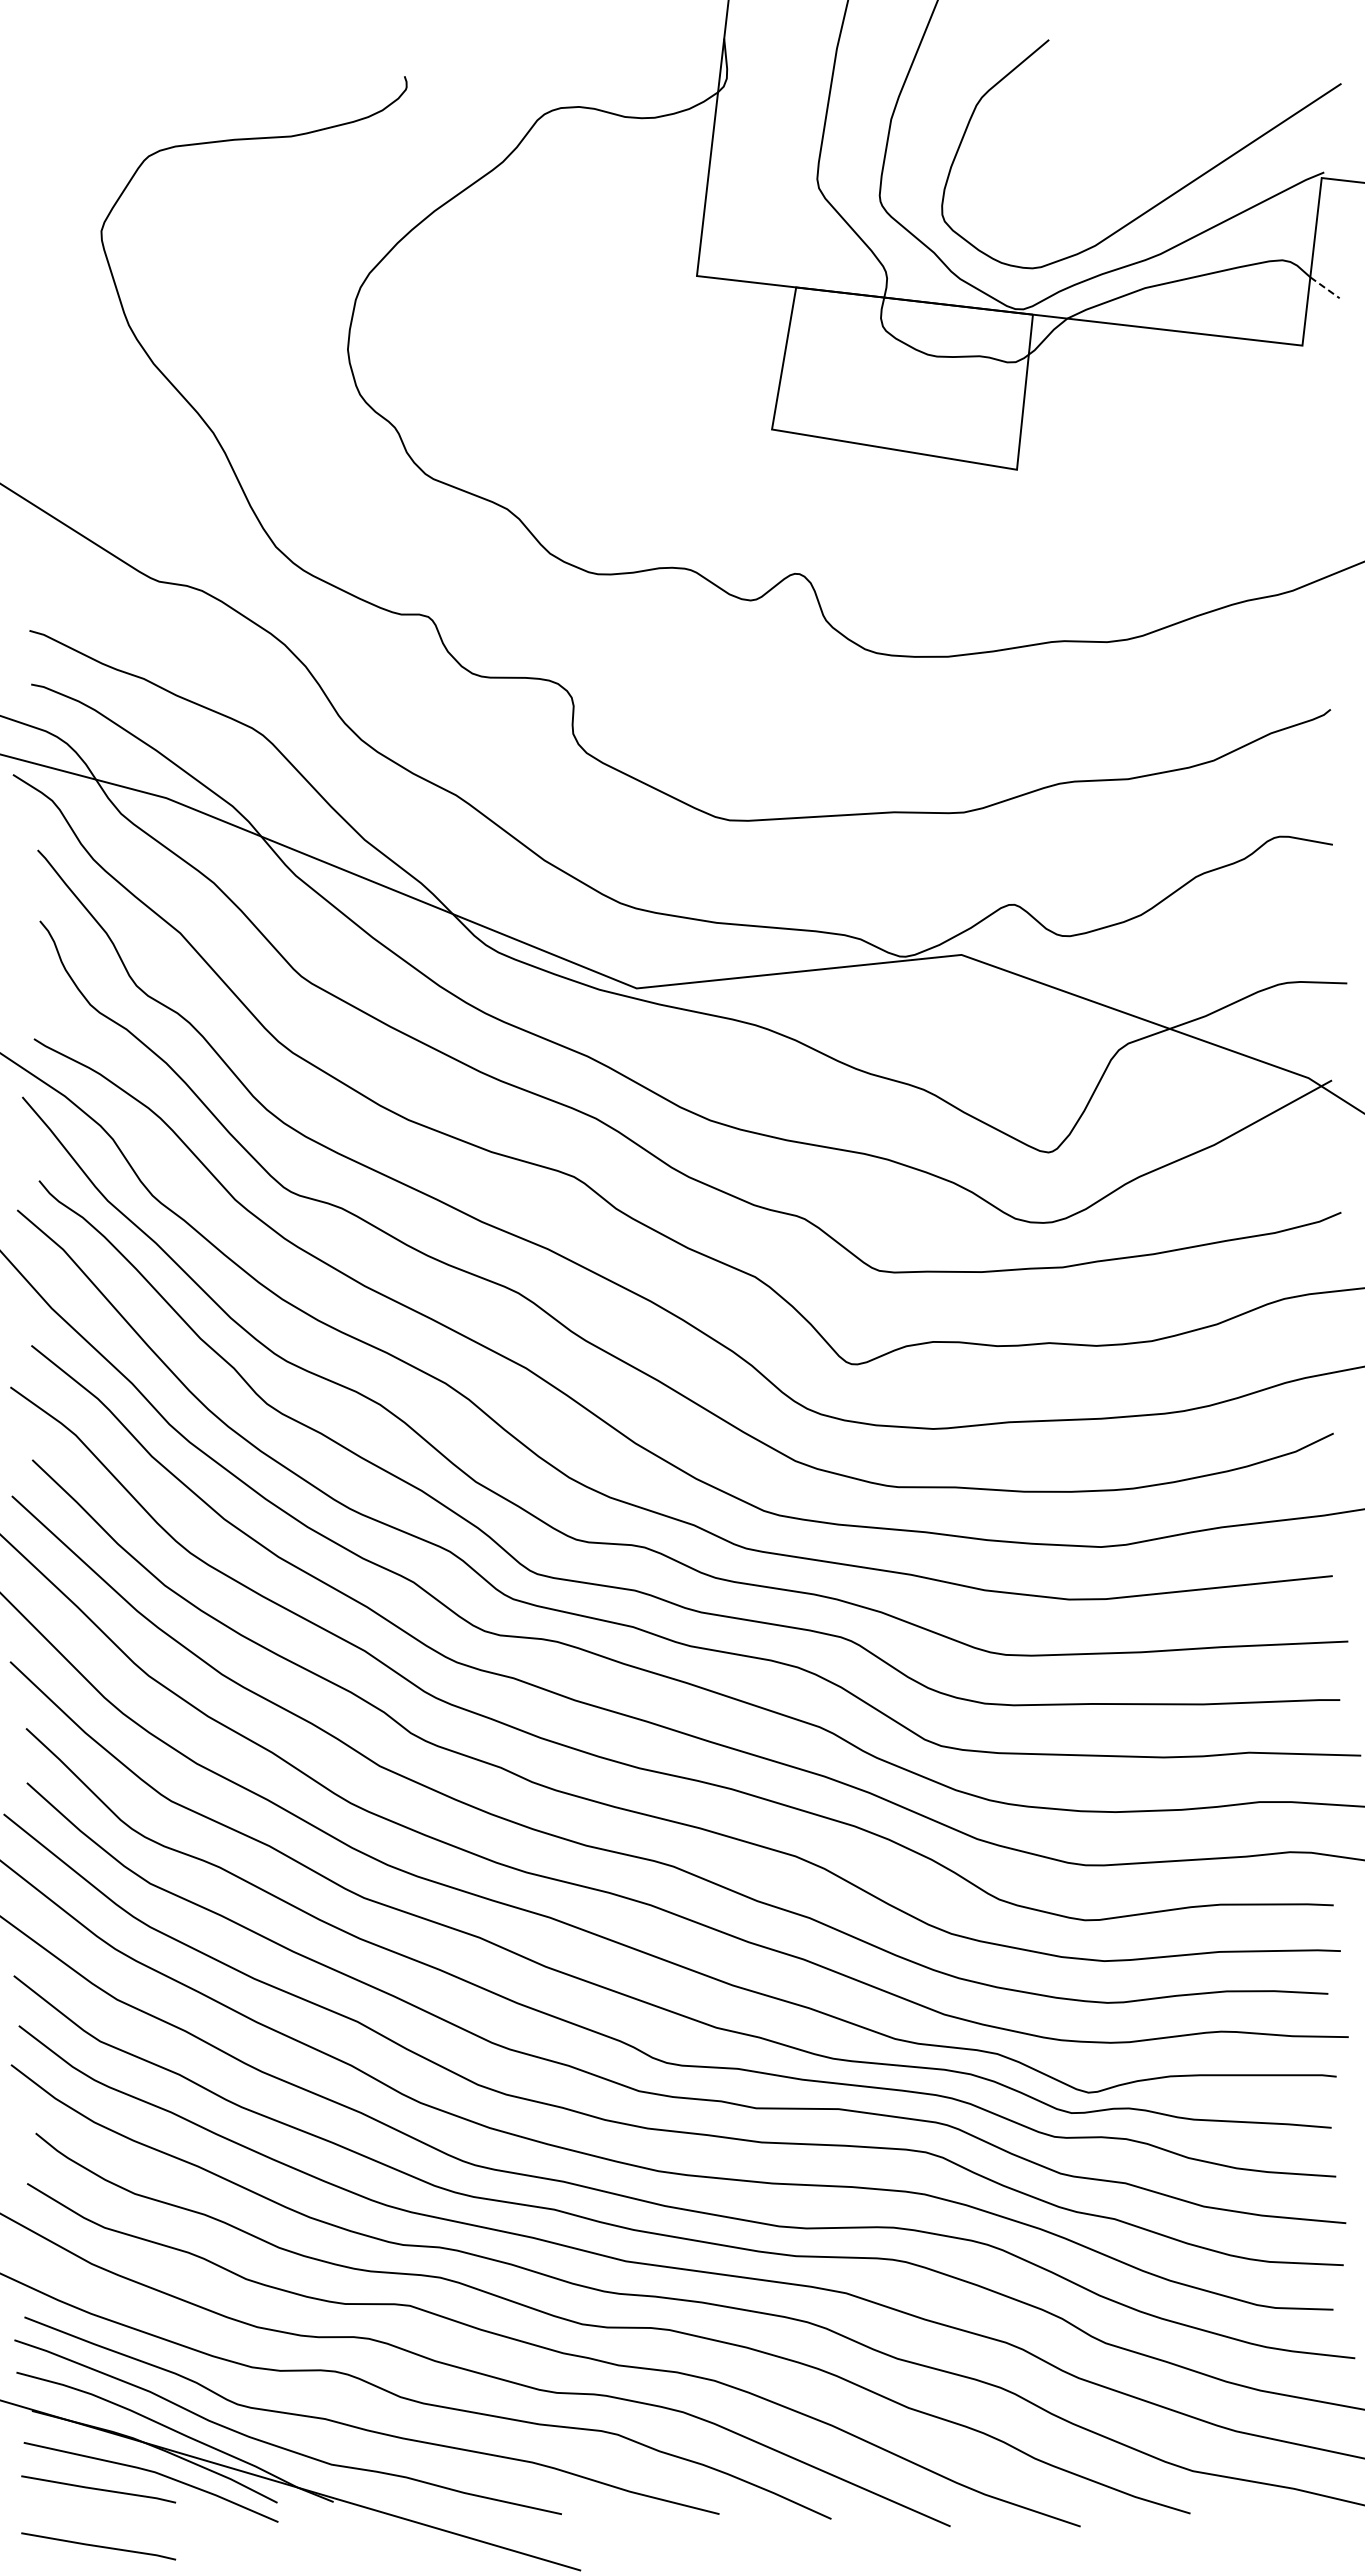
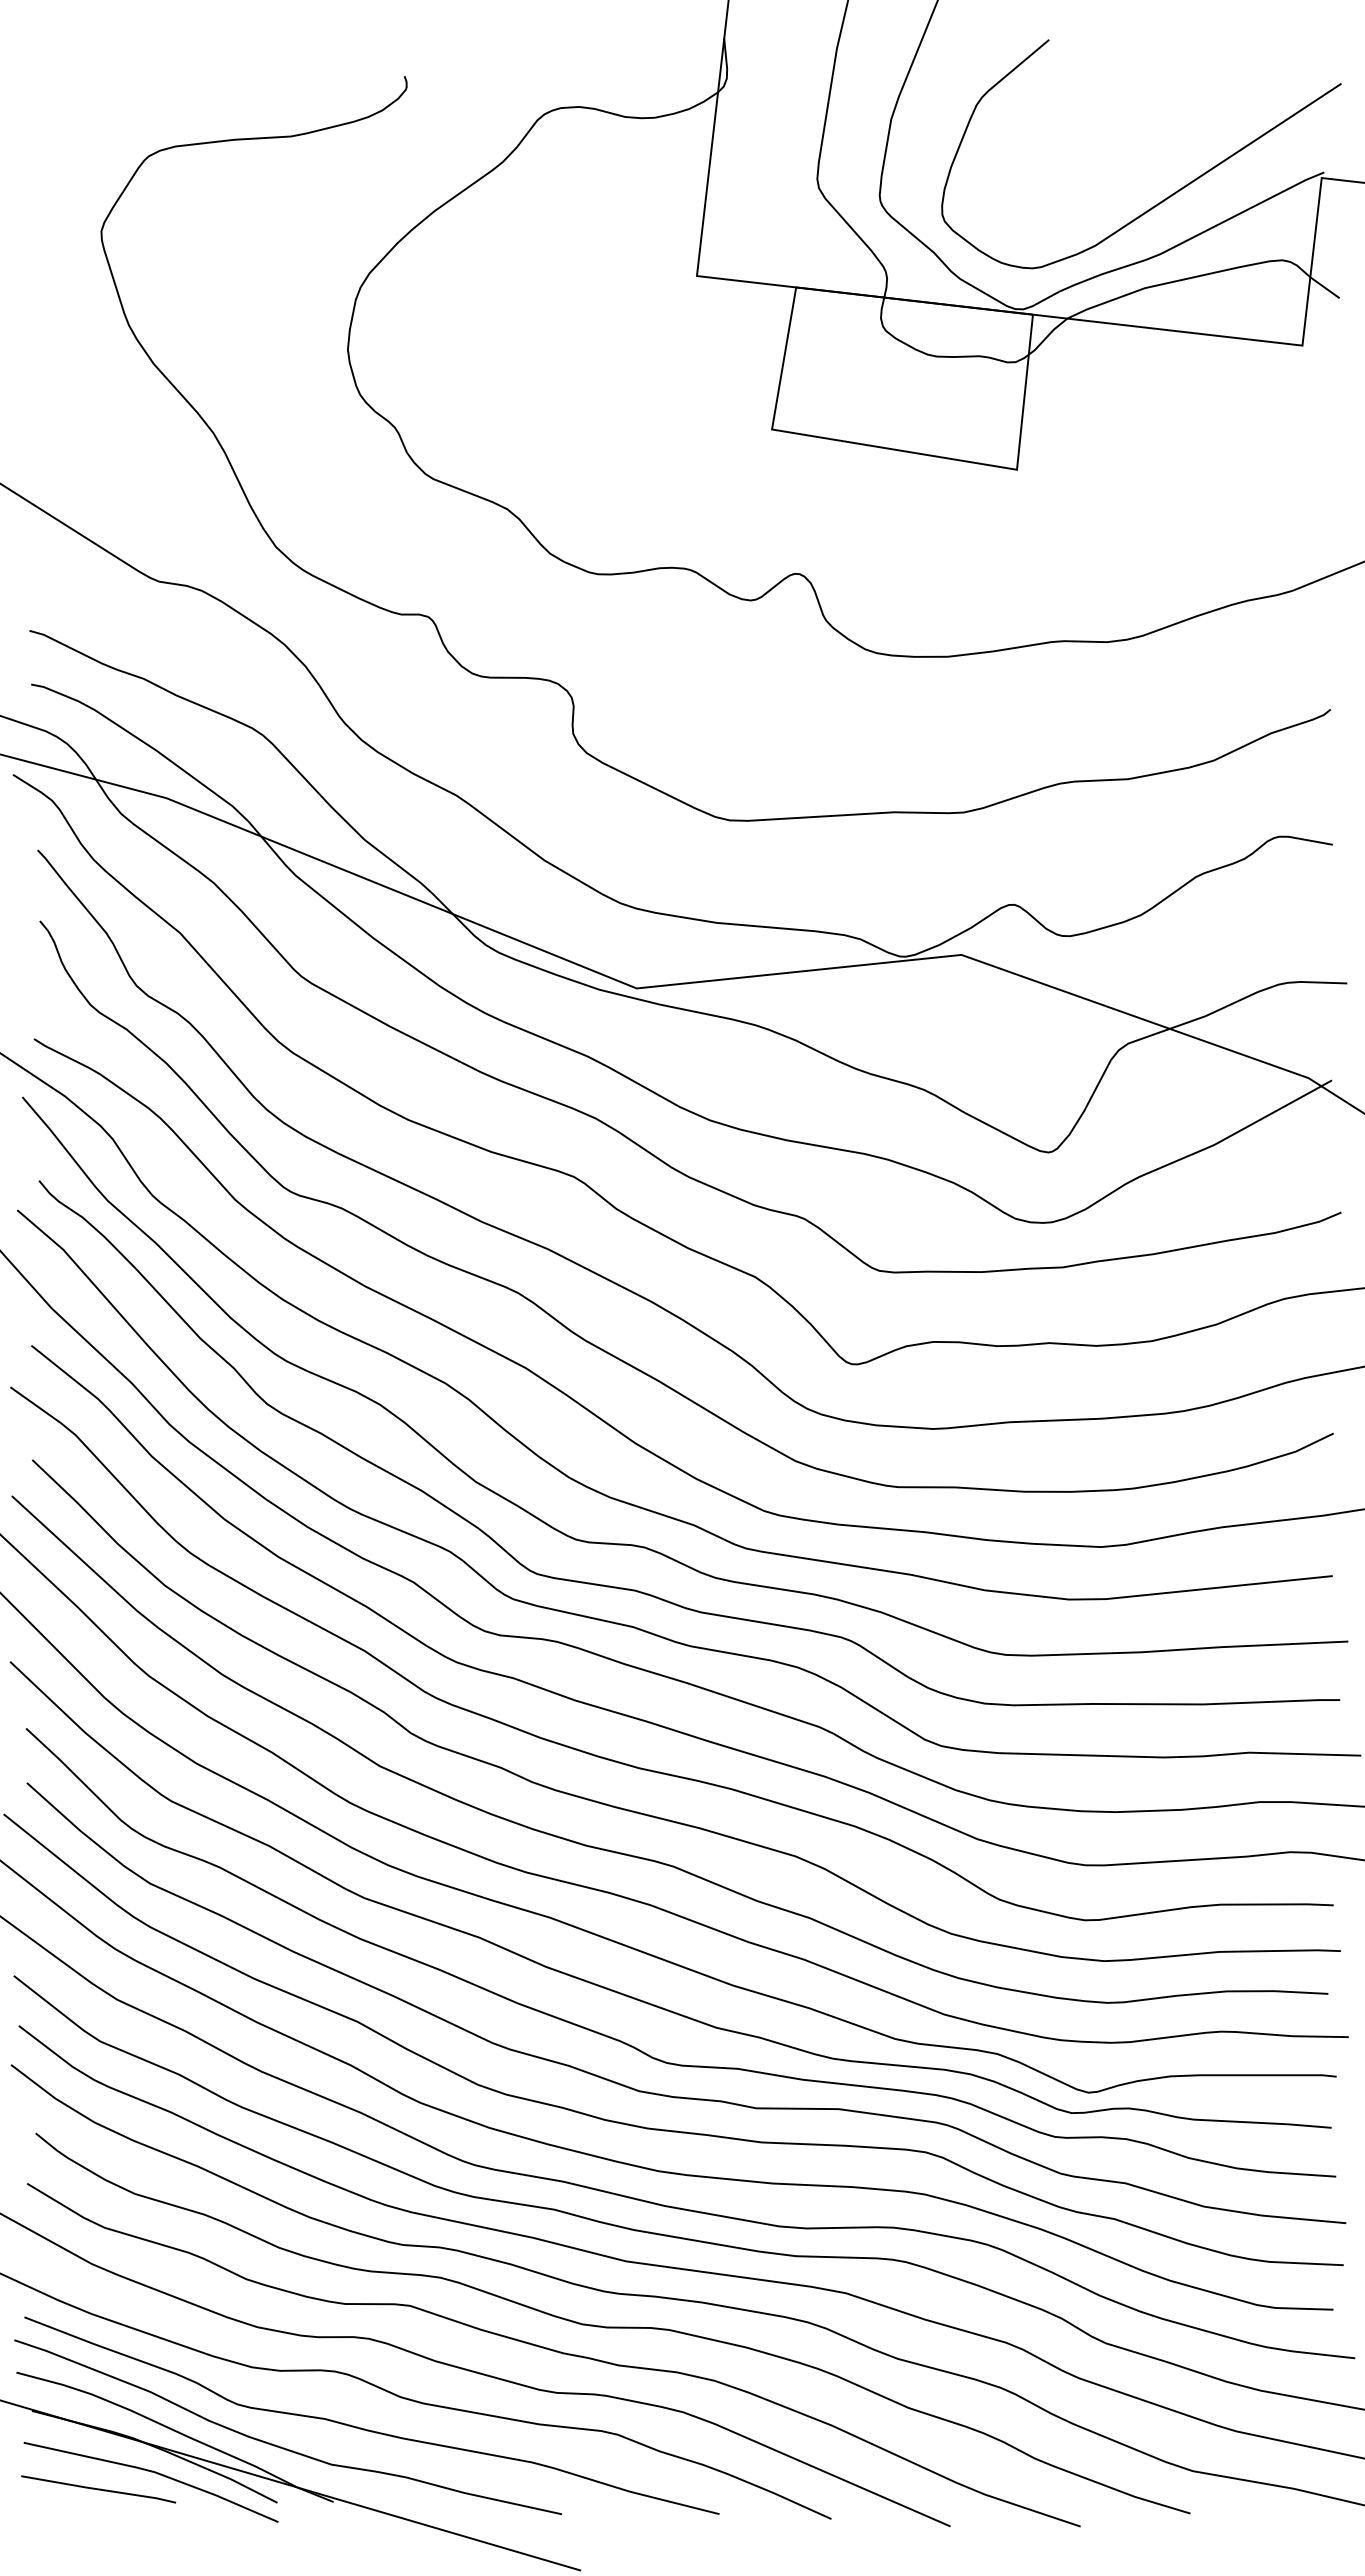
line at (1325, 288): dashed -> solid
line at (98, 2546): present -> none
